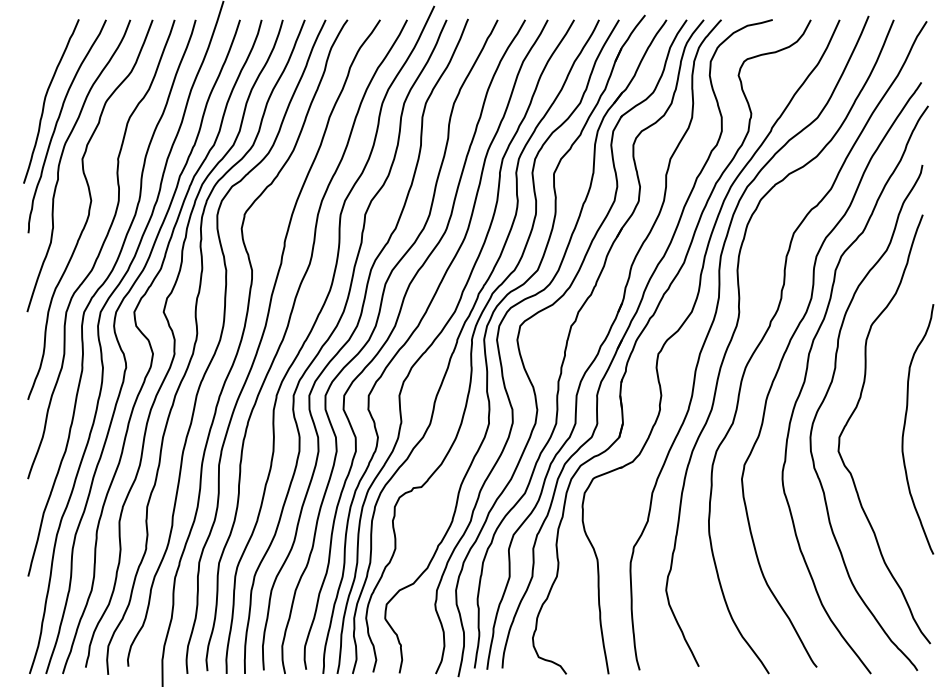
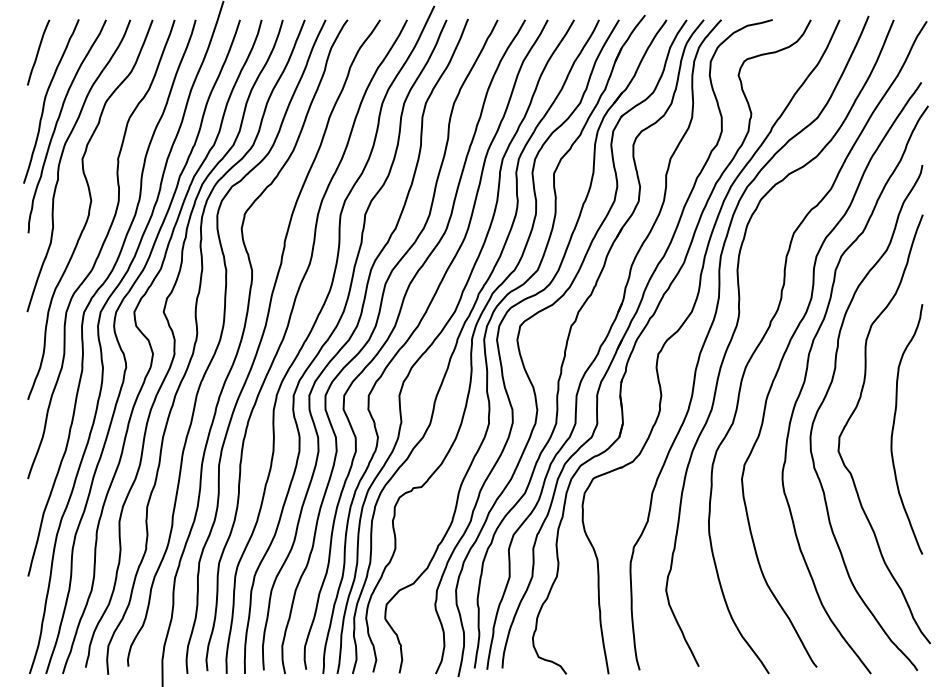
curve at (38, 52): none -> present
curve at (905, 426) position: (905, 426) -> (894, 426)
